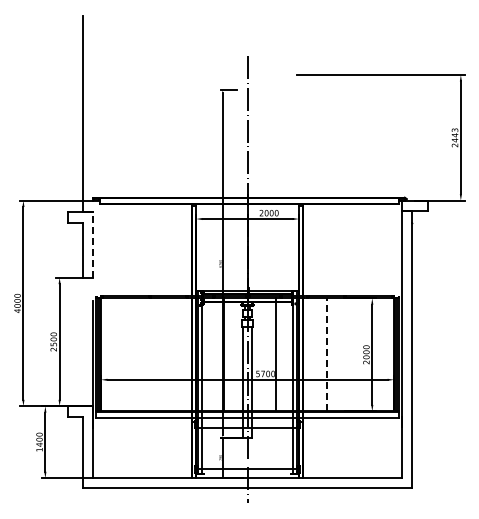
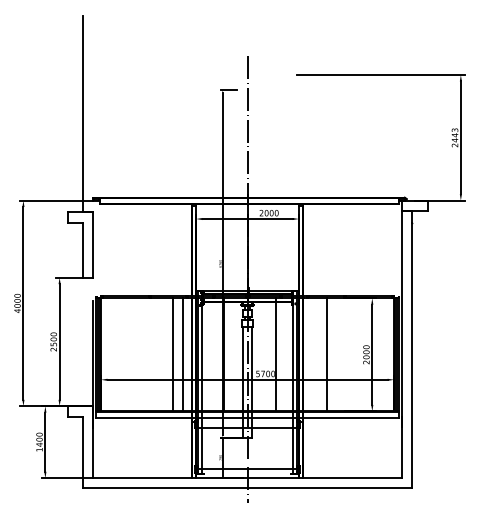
line at (93, 245): dashed -> solid
line at (173, 354): none -> present
line at (183, 354): none -> present
line at (327, 354): dashed -> solid
